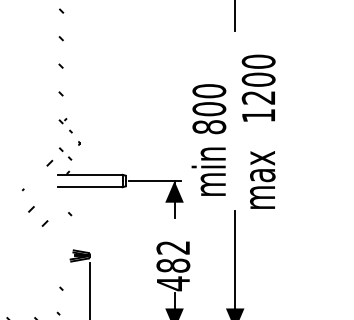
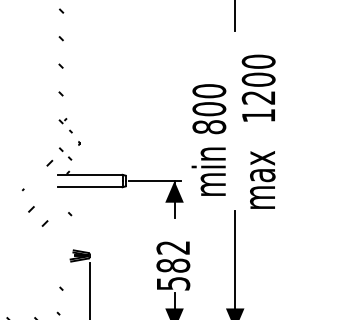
text at (173, 283): 482 -> 582
